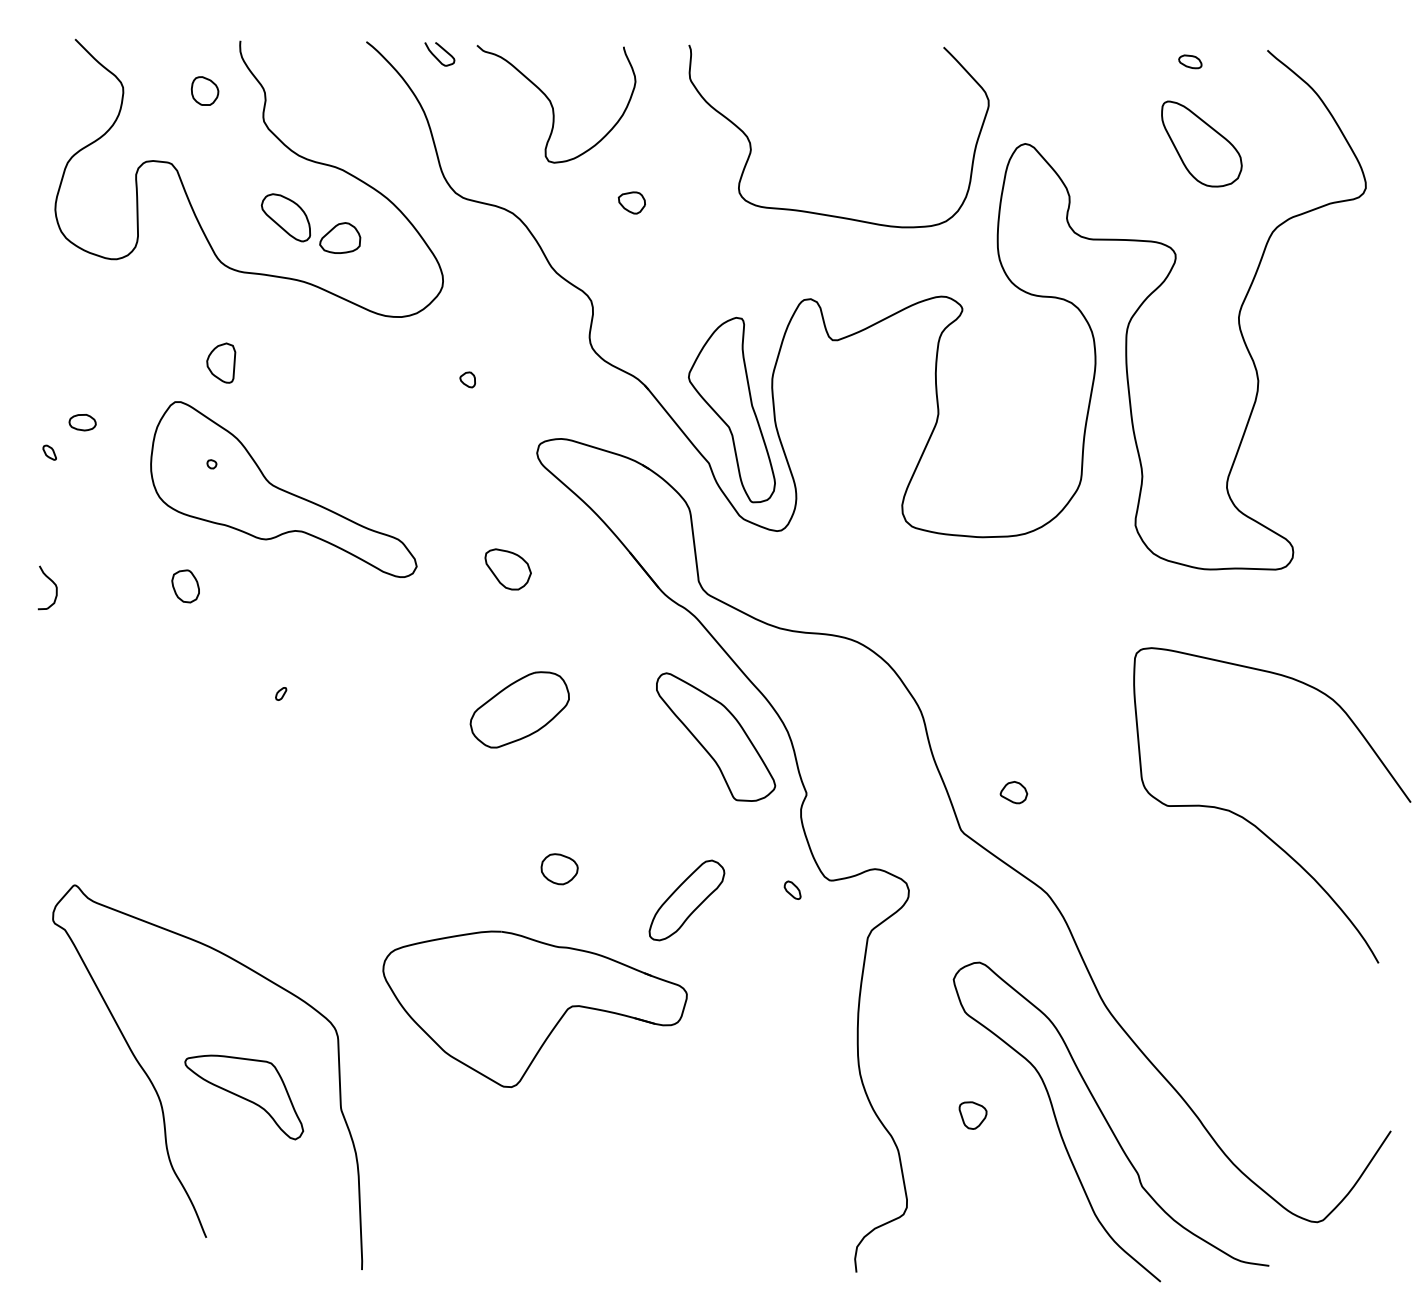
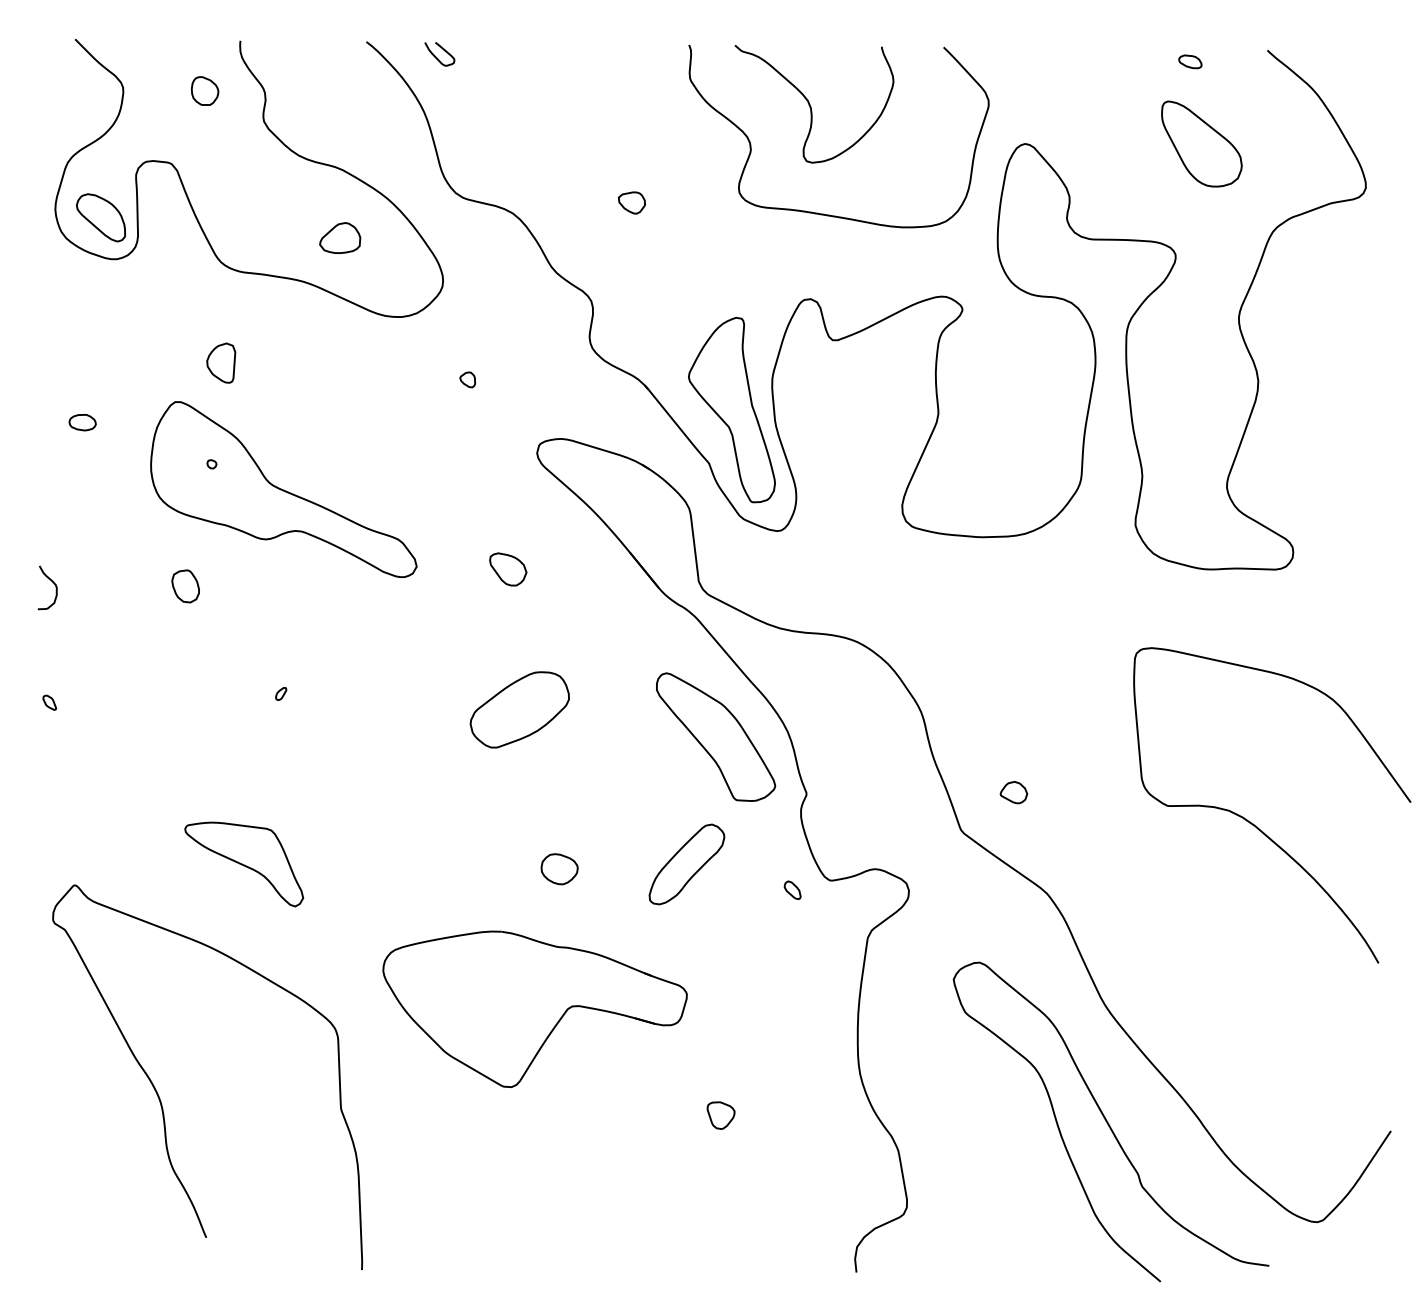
curve at (553, 106) position: (553, 106) -> (811, 106)
part at (285, 217) position: (285, 217) -> (100, 217)
part at (49, 452) position: (49, 452) -> (49, 702)
part at (507, 569) size: 48x43 px -> 39x35 px
part at (686, 900) position: (686, 900) -> (686, 864)
part at (244, 1097) position: (244, 1097) -> (244, 864)
part at (972, 1115) position: (972, 1115) -> (720, 1115)
